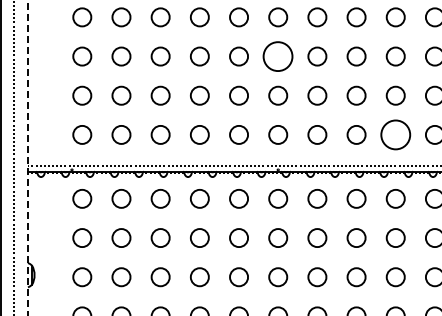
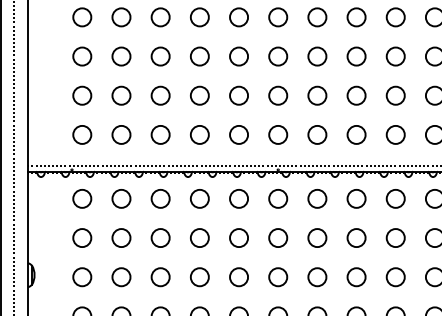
circle at (277, 56) size: 32x31 px -> 21x21 px
circle at (395, 134) diameter: 29 px -> 18 px
line at (28, 158): dashed -> solid
